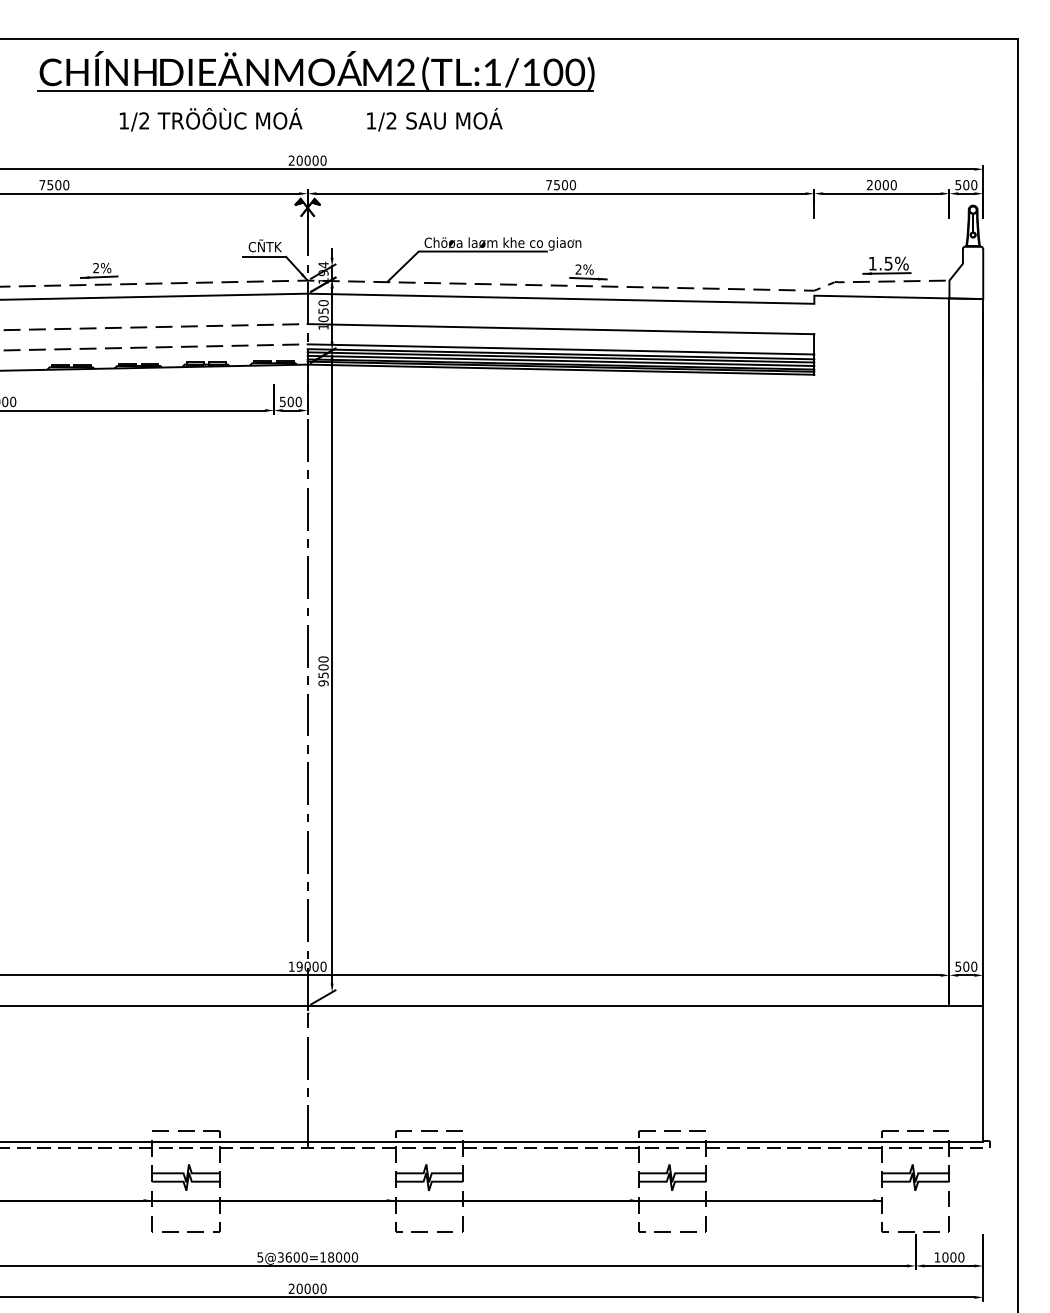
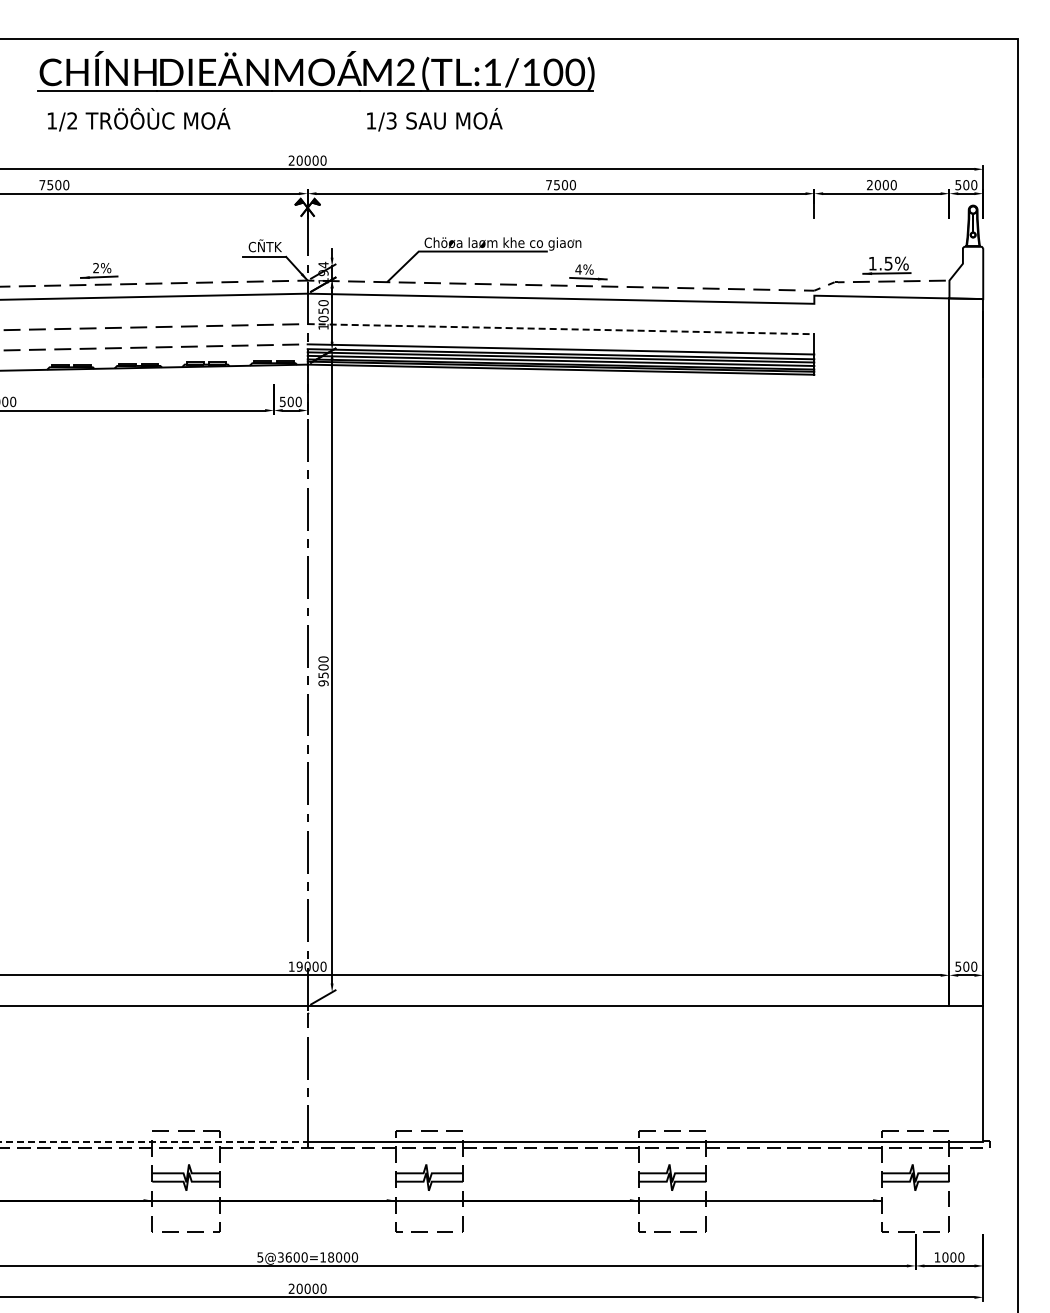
text at (210, 119) position: (210, 119) -> (138, 119)
text at (391, 120): 1/2 -> 1/3
text at (578, 269): 2% -> 4%
line at (561, 329): solid -> dashed
line at (154, 1141): solid -> dashed
